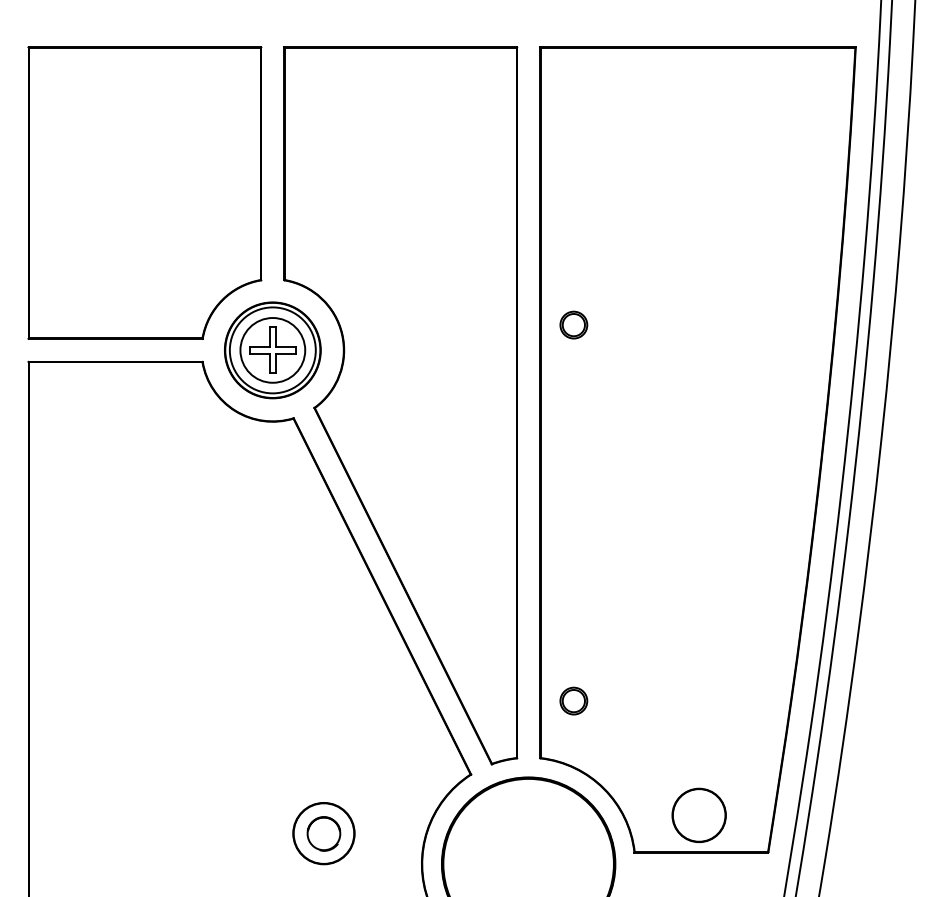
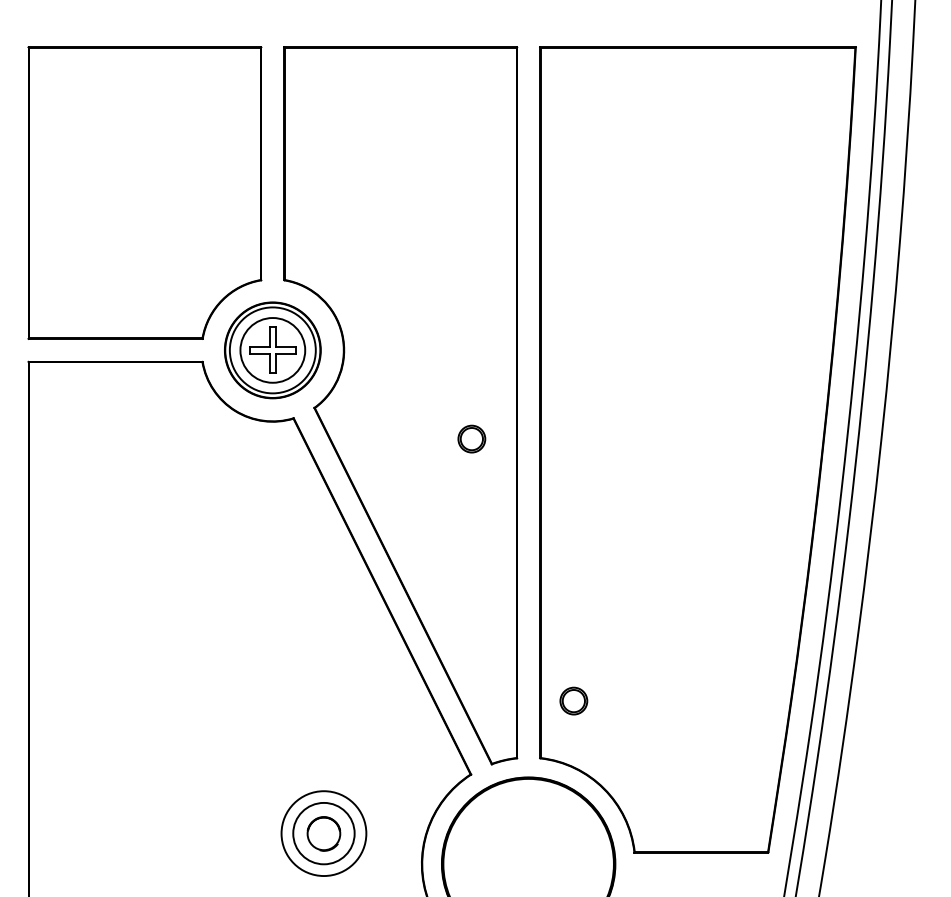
part at (573, 324) position: (573, 324) -> (471, 438)
part at (698, 815): present -> none
circle at (323, 833) diameter: 61 px -> 85 px
